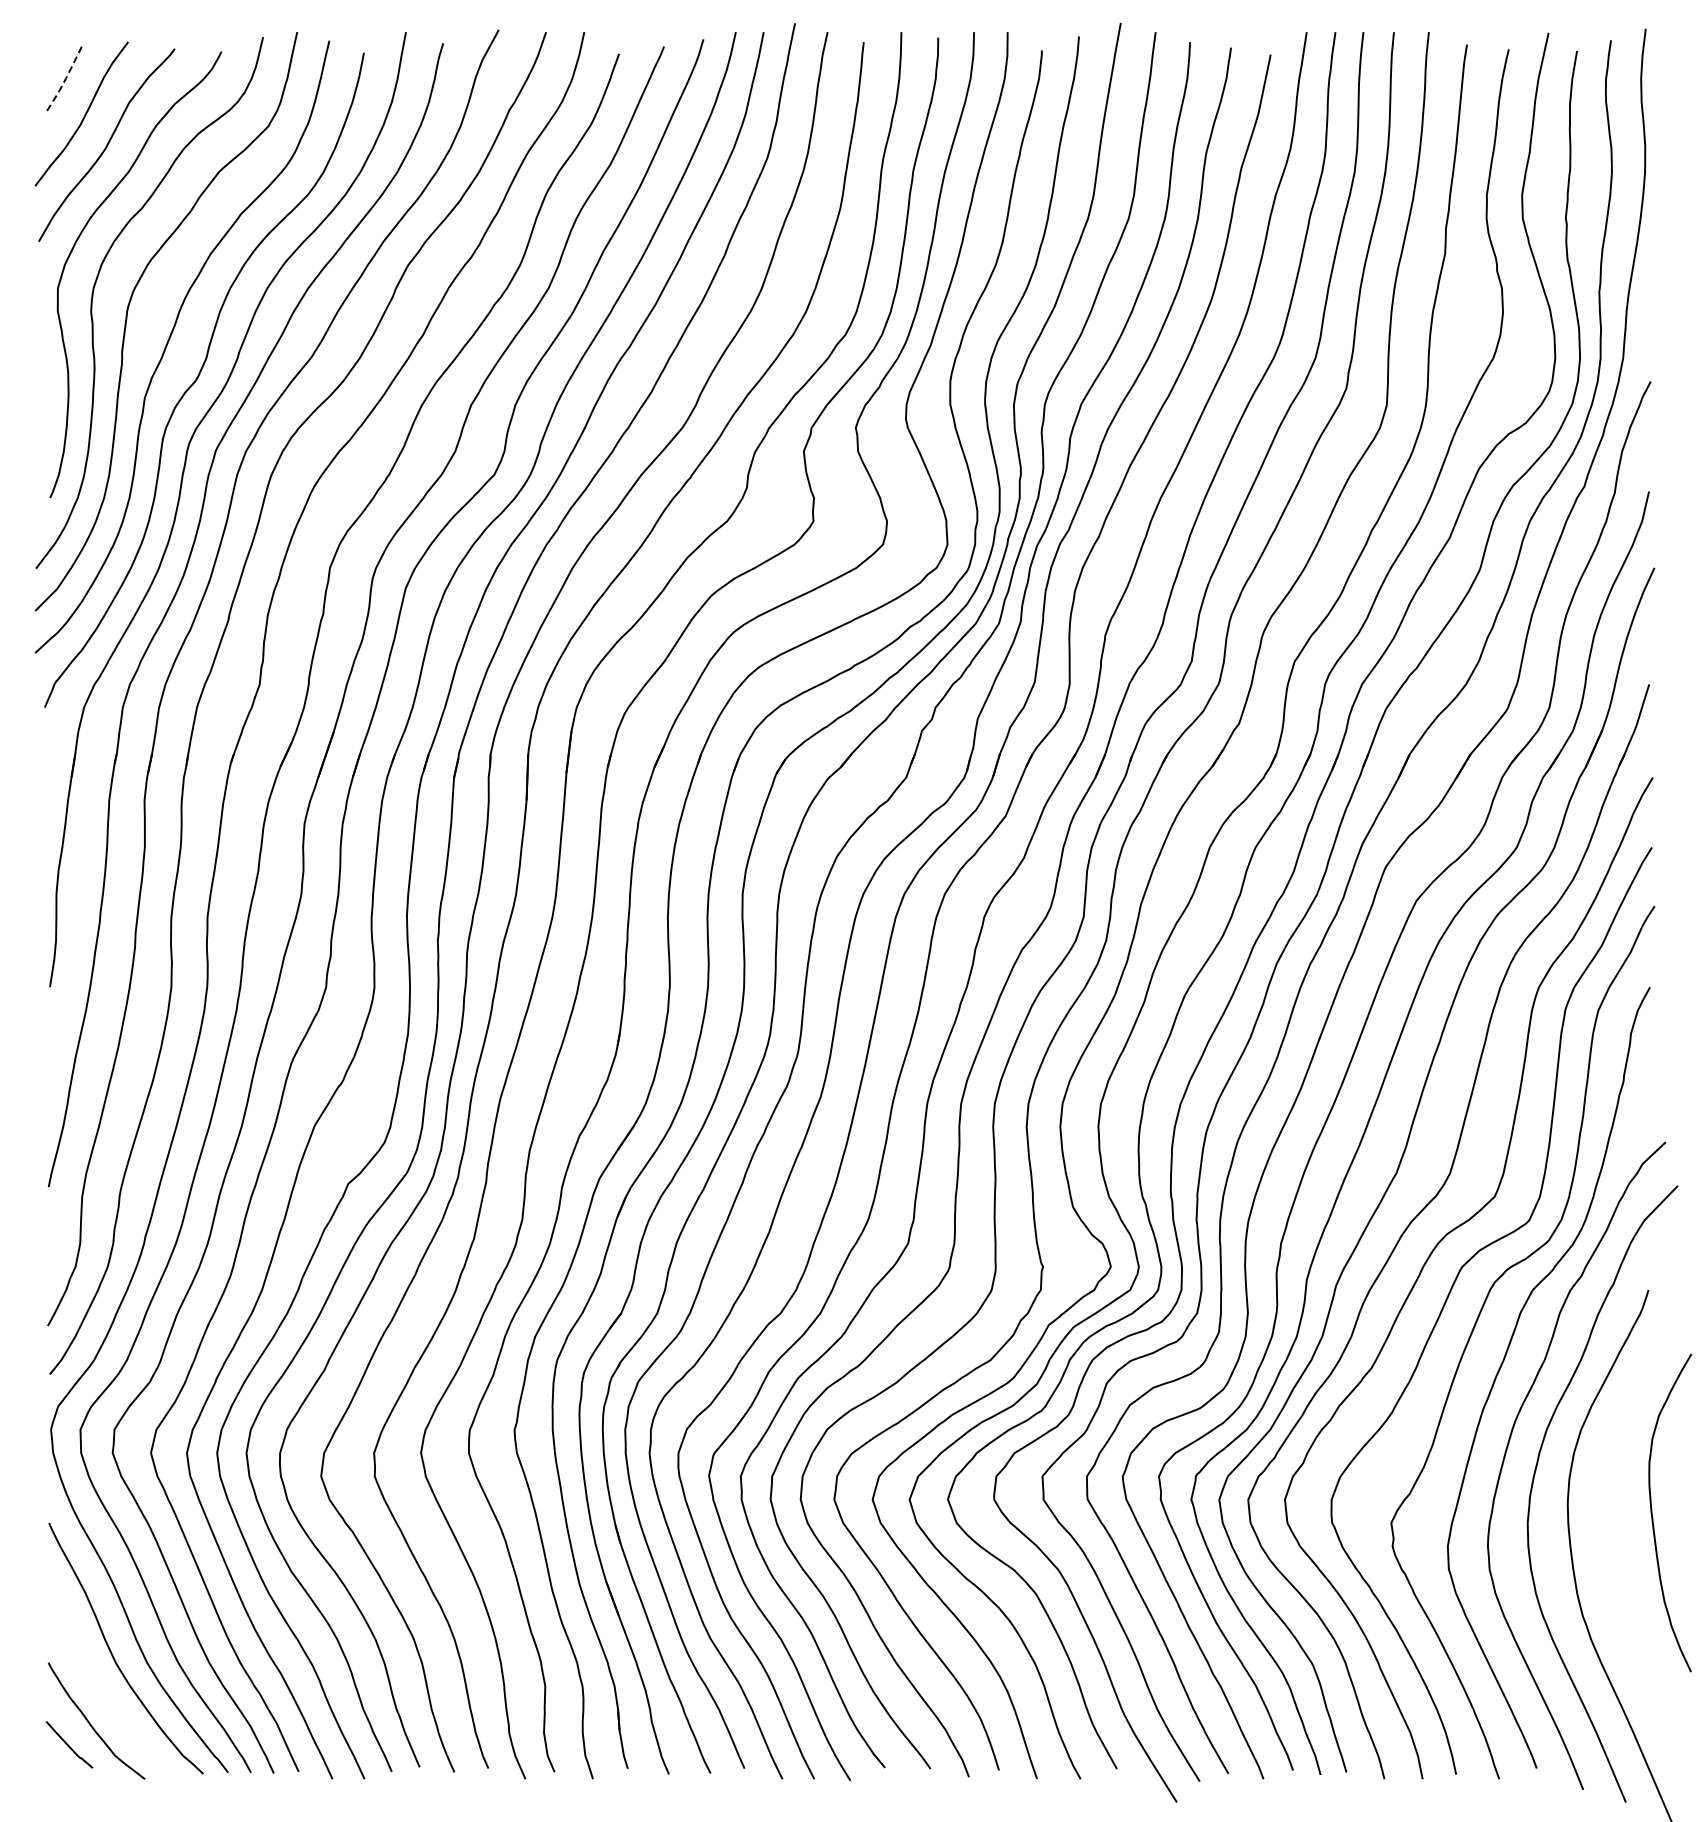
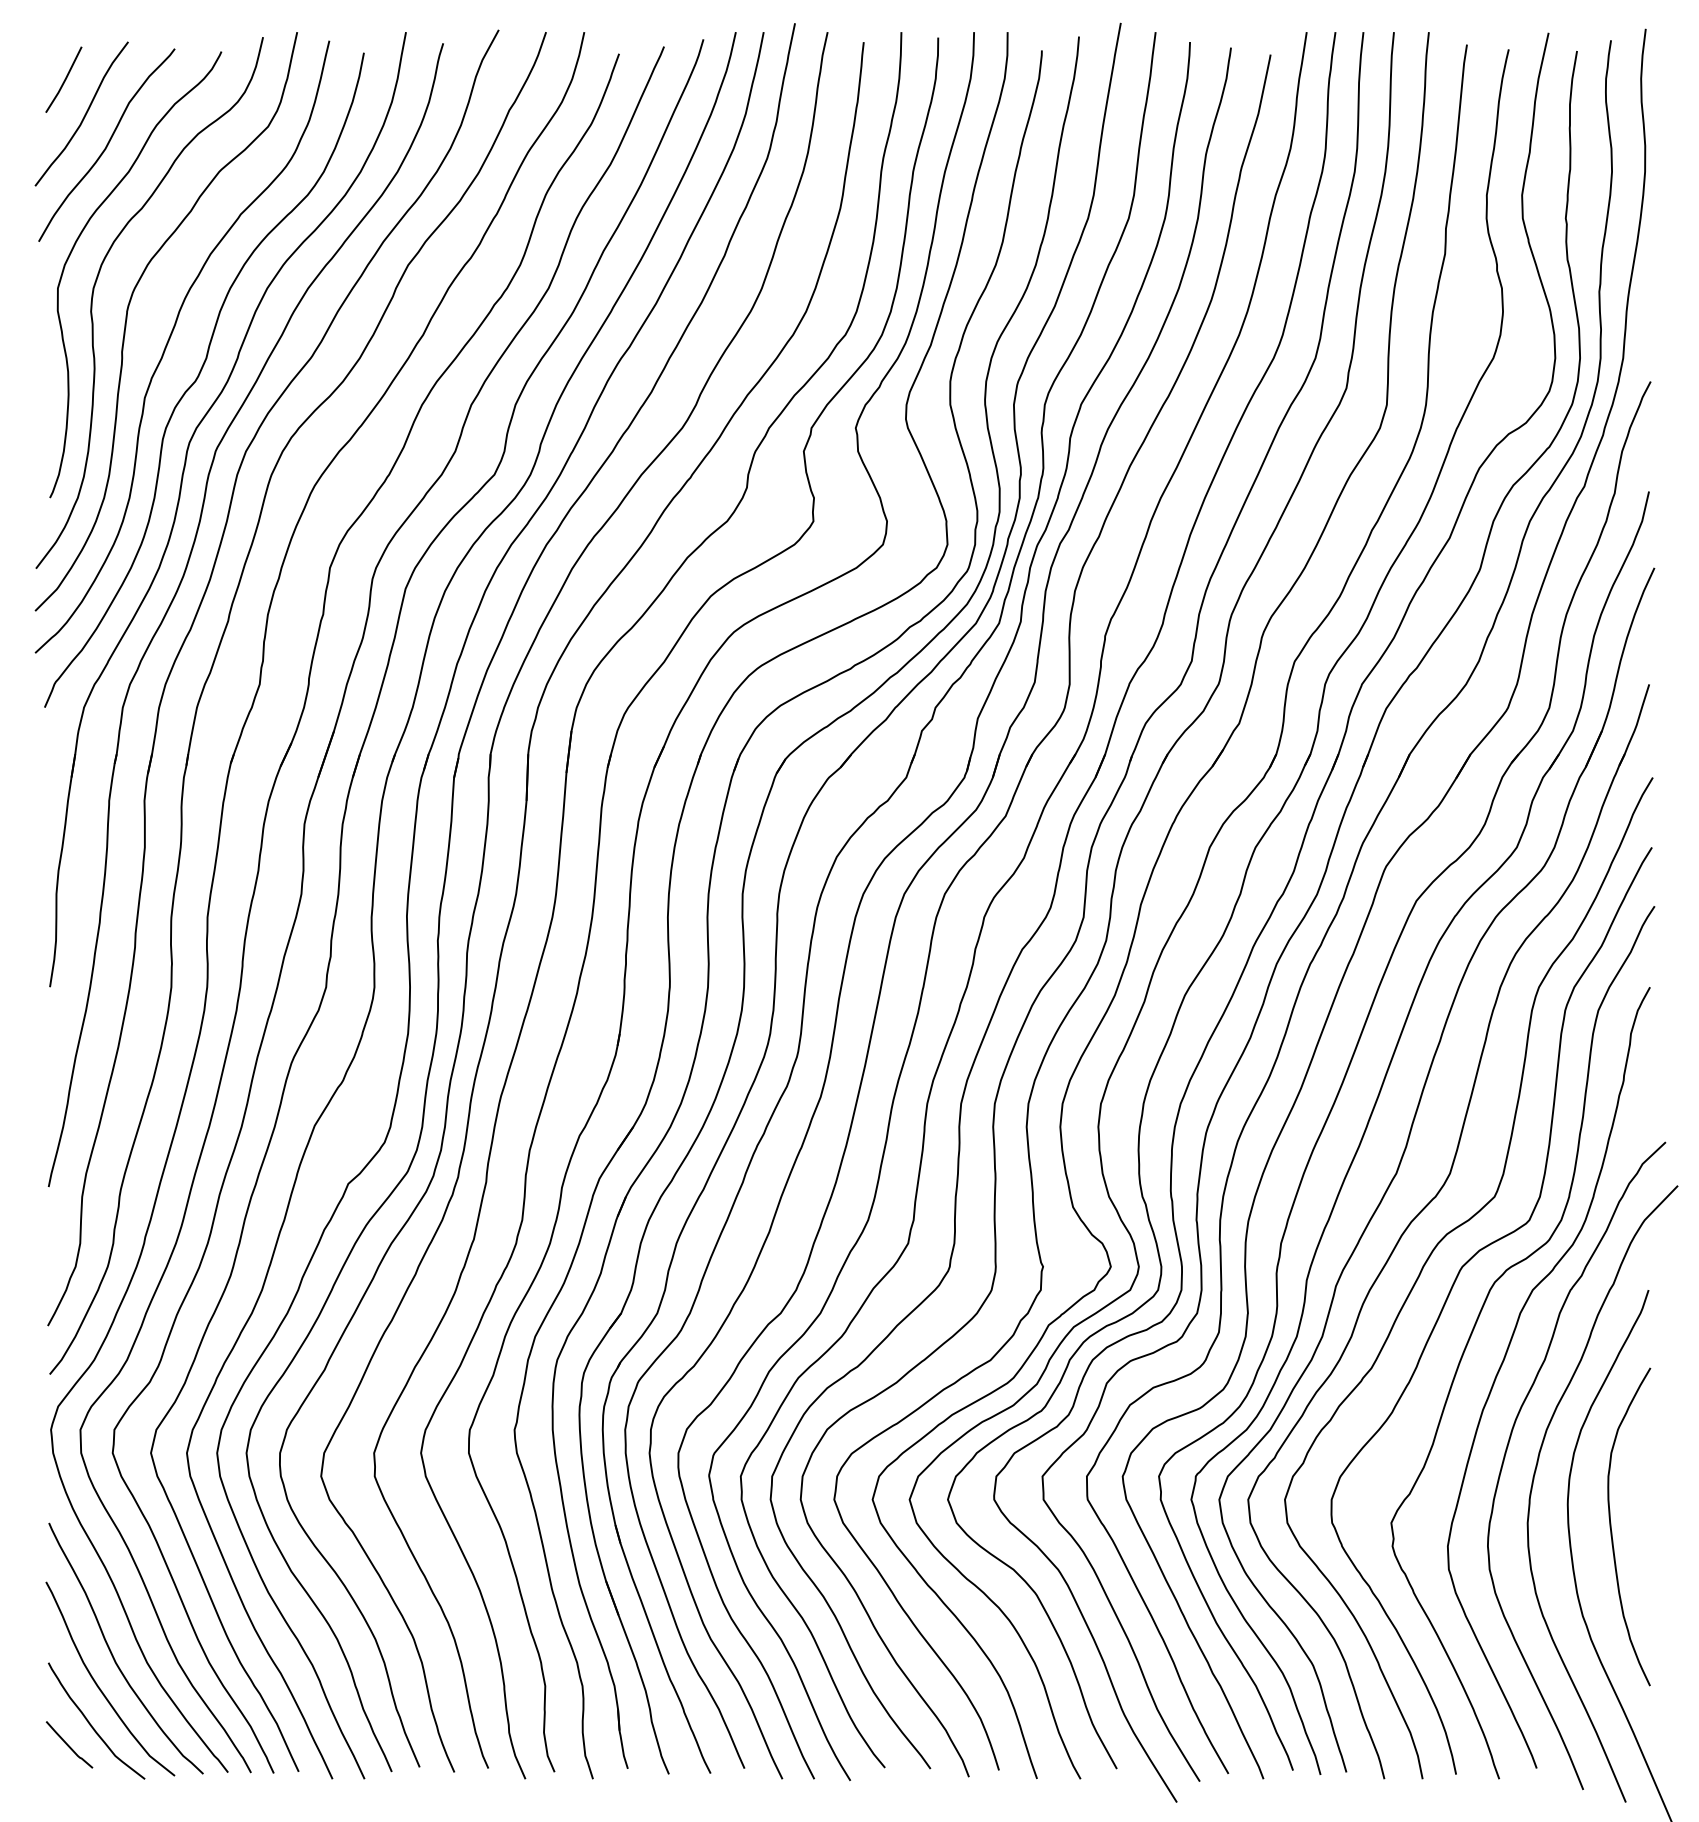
line at (65, 80): dashed -> solid
curve at (1653, 1517) position: (1653, 1517) -> (1612, 1531)
curve at (99, 1686): none -> present
